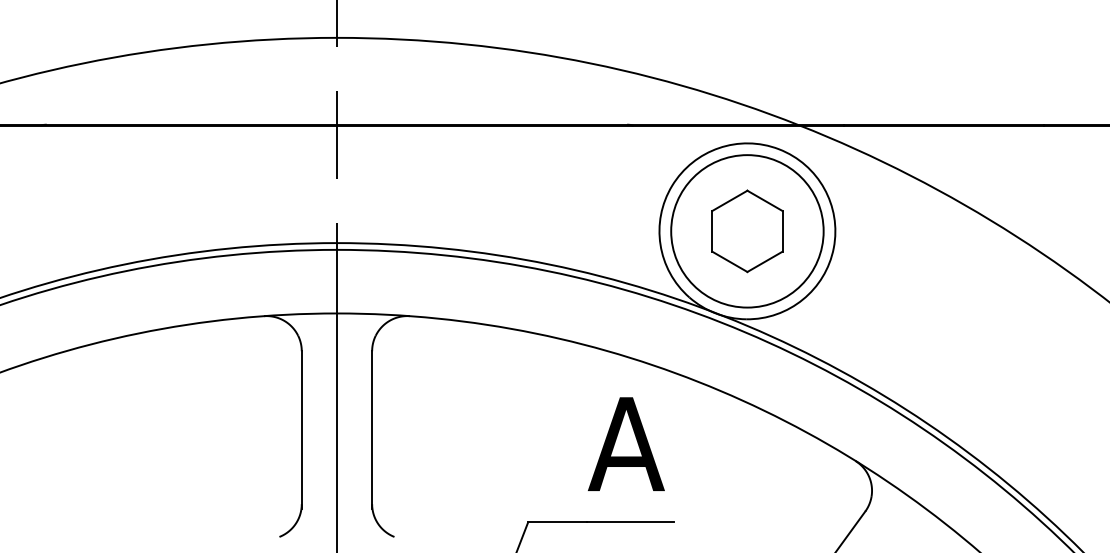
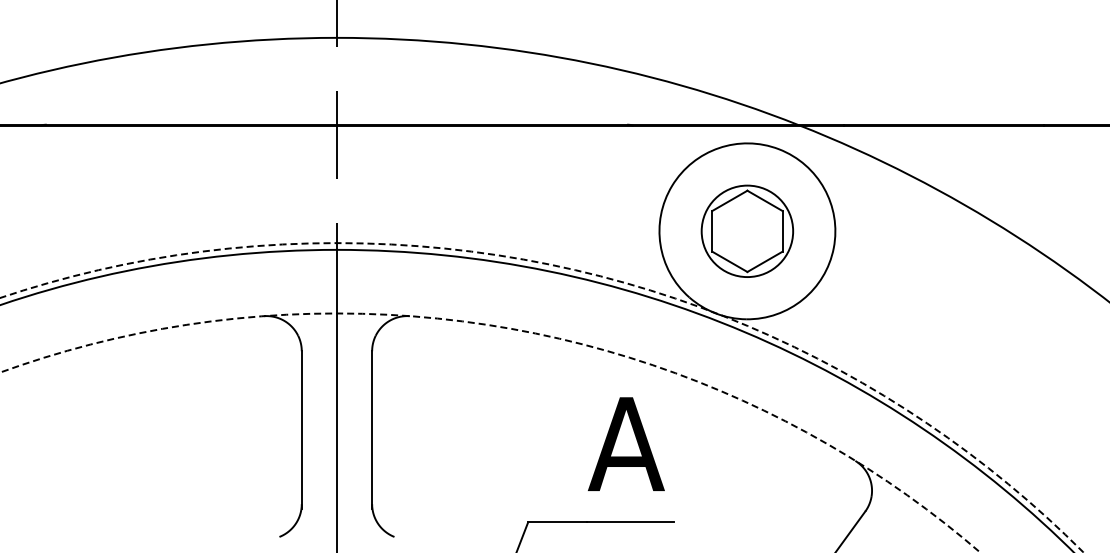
circle at (747, 231) diameter: 152 px -> 91 px
circle at (541, 397): solid -> dashed
circle at (490, 432): solid -> dashed
